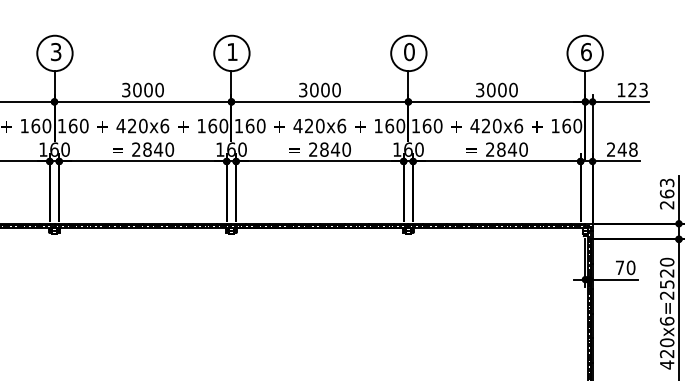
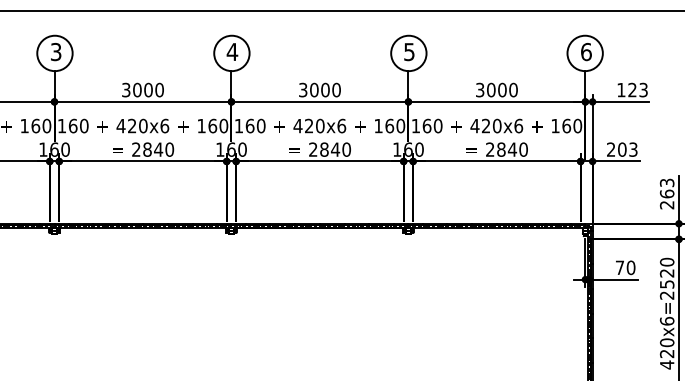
line at (341, 11): none -> present
text at (232, 51): 1 -> 4
text at (409, 52): 0 -> 5
text at (627, 149): 248 -> 203
